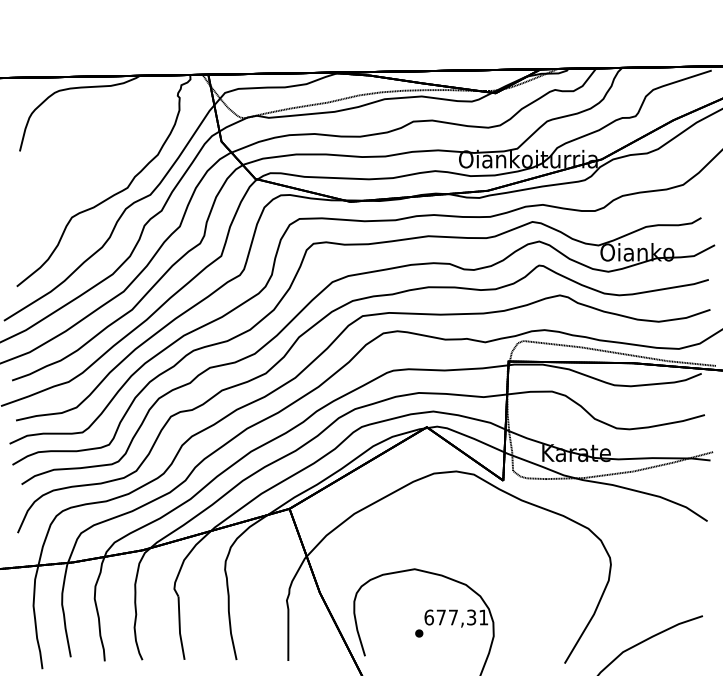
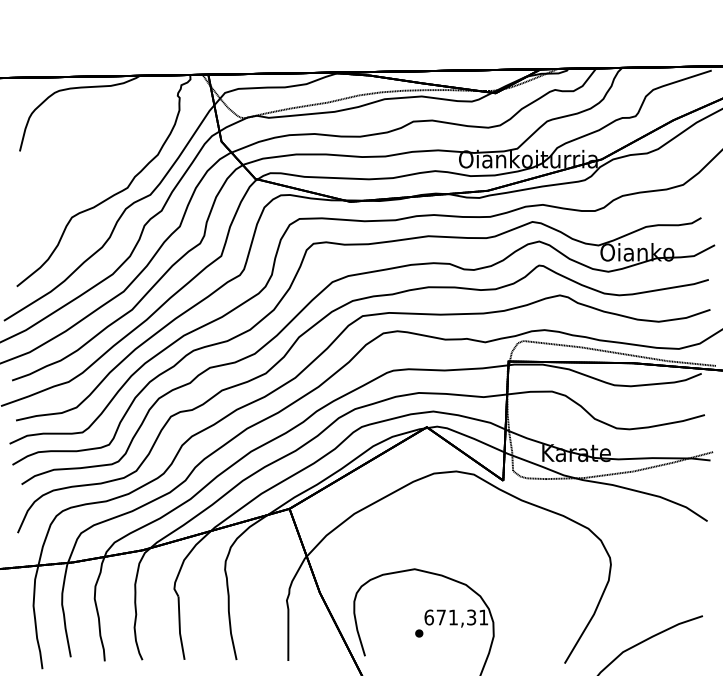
text at (453, 617): 677,31 -> 671,31
